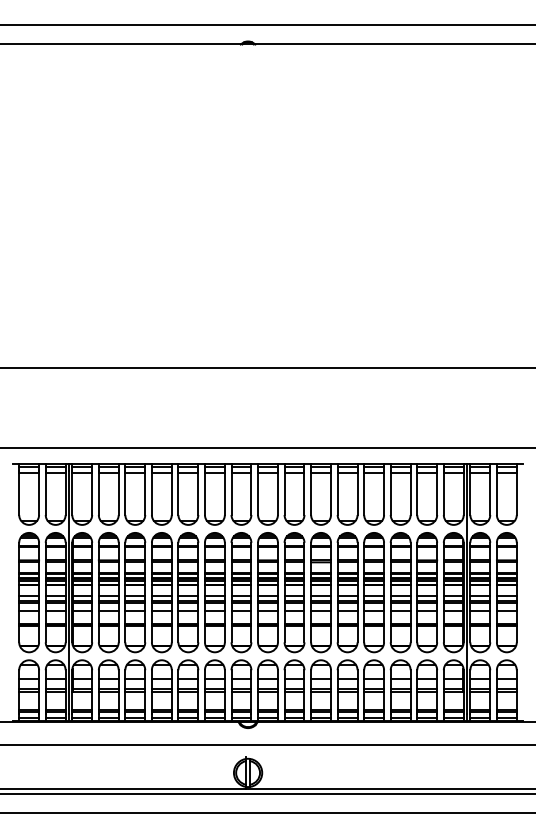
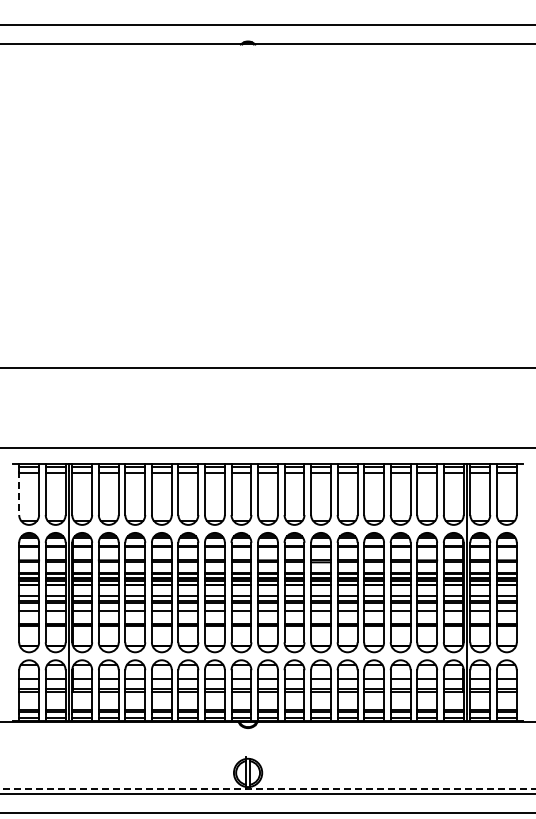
line at (19, 493): solid -> dashed
line at (267, 745): present -> none
line at (267, 788): solid -> dashed
